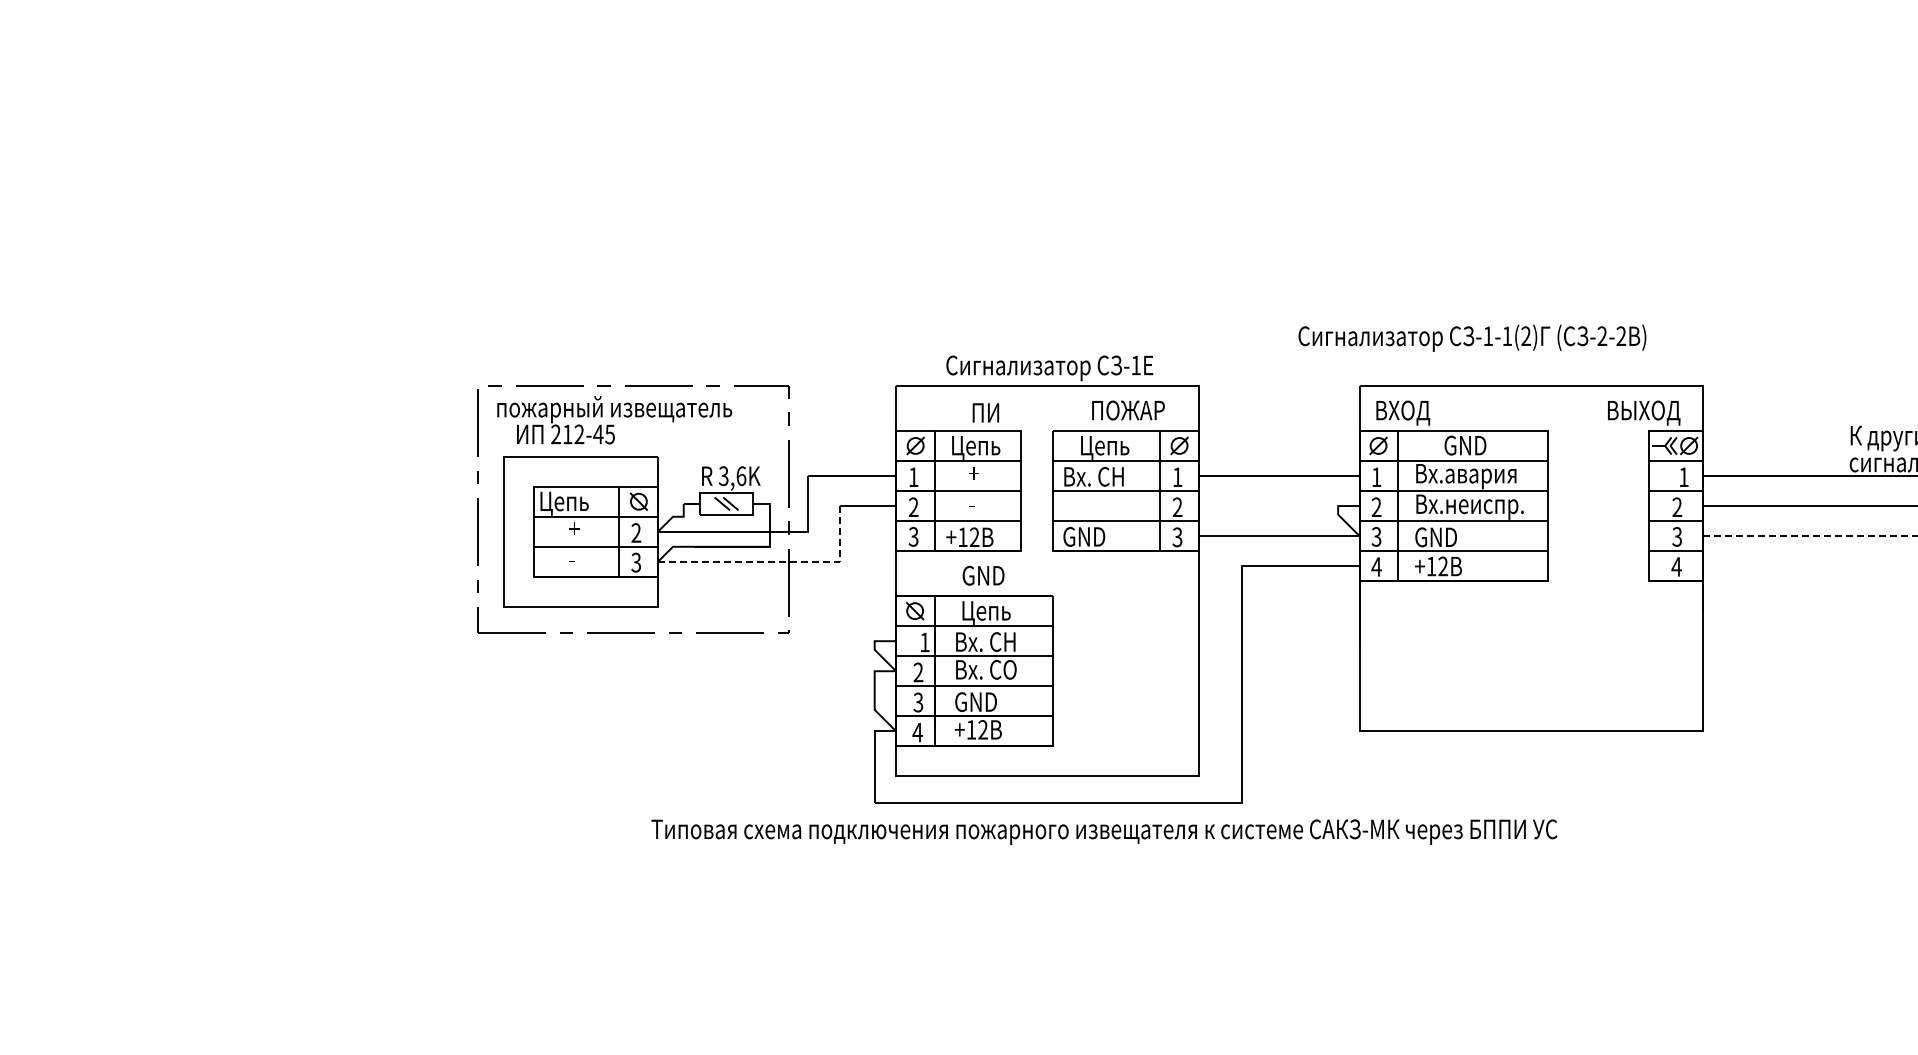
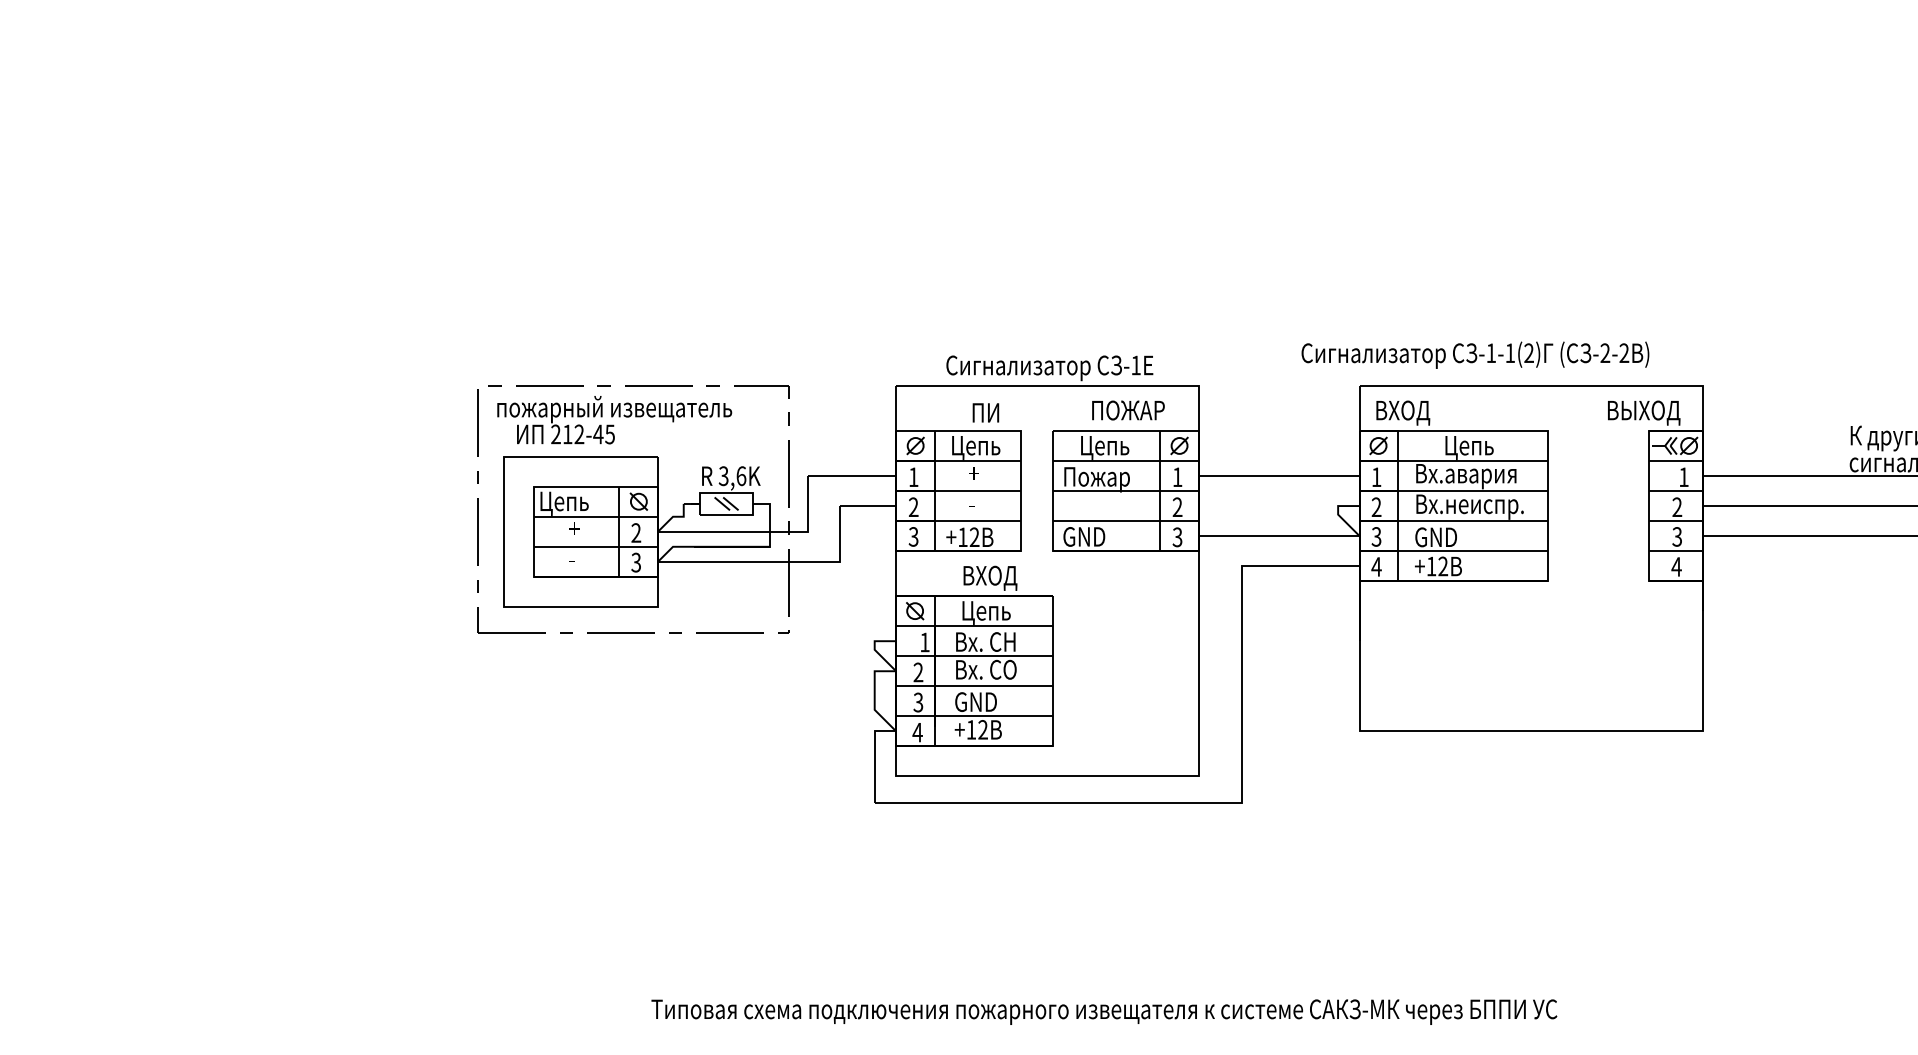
text at (1472, 337) position: (1472, 337) -> (1475, 354)
text at (1468, 447): GND -> Цепь
text at (1097, 479): Вх. СН -> Пожар
line at (1810, 536): dashed -> solid
line at (777, 561): dashed -> solid
text at (989, 577): GND -> ВХОД
text at (1104, 831) position: (1104, 831) -> (1104, 1011)
